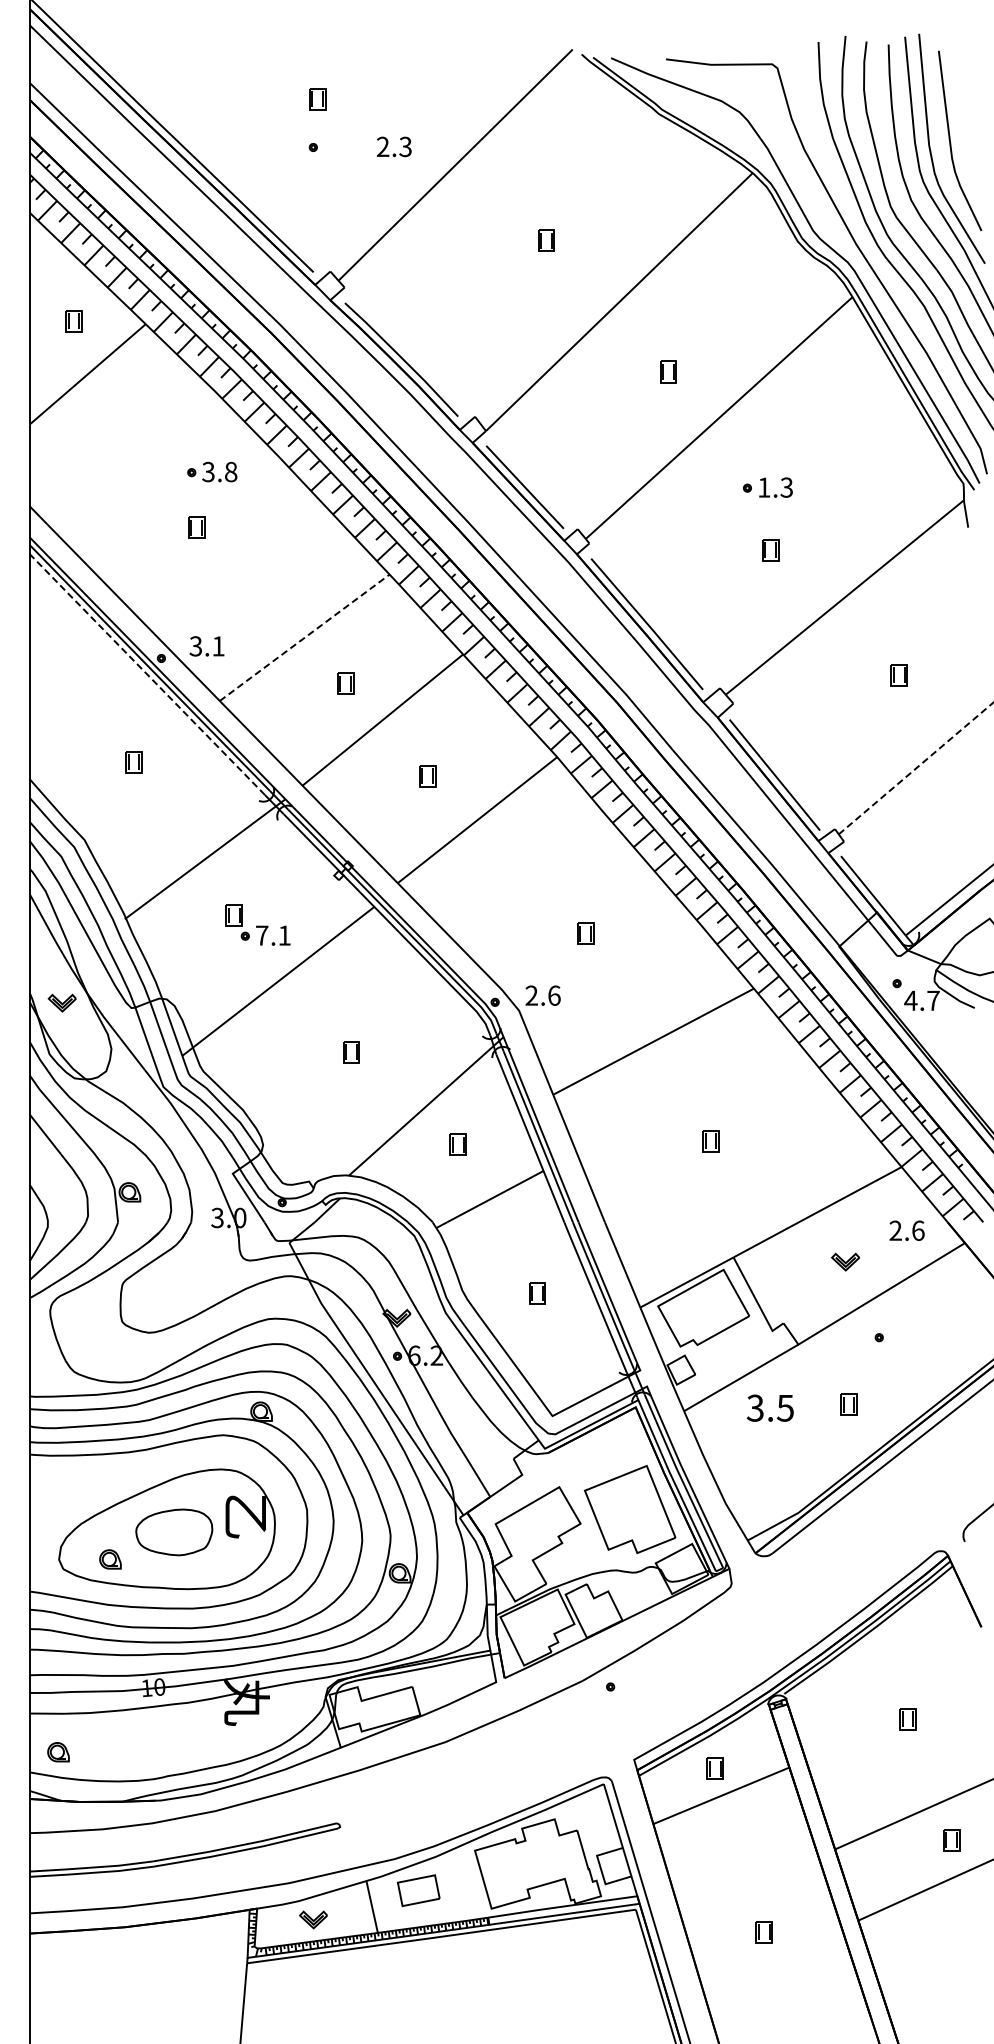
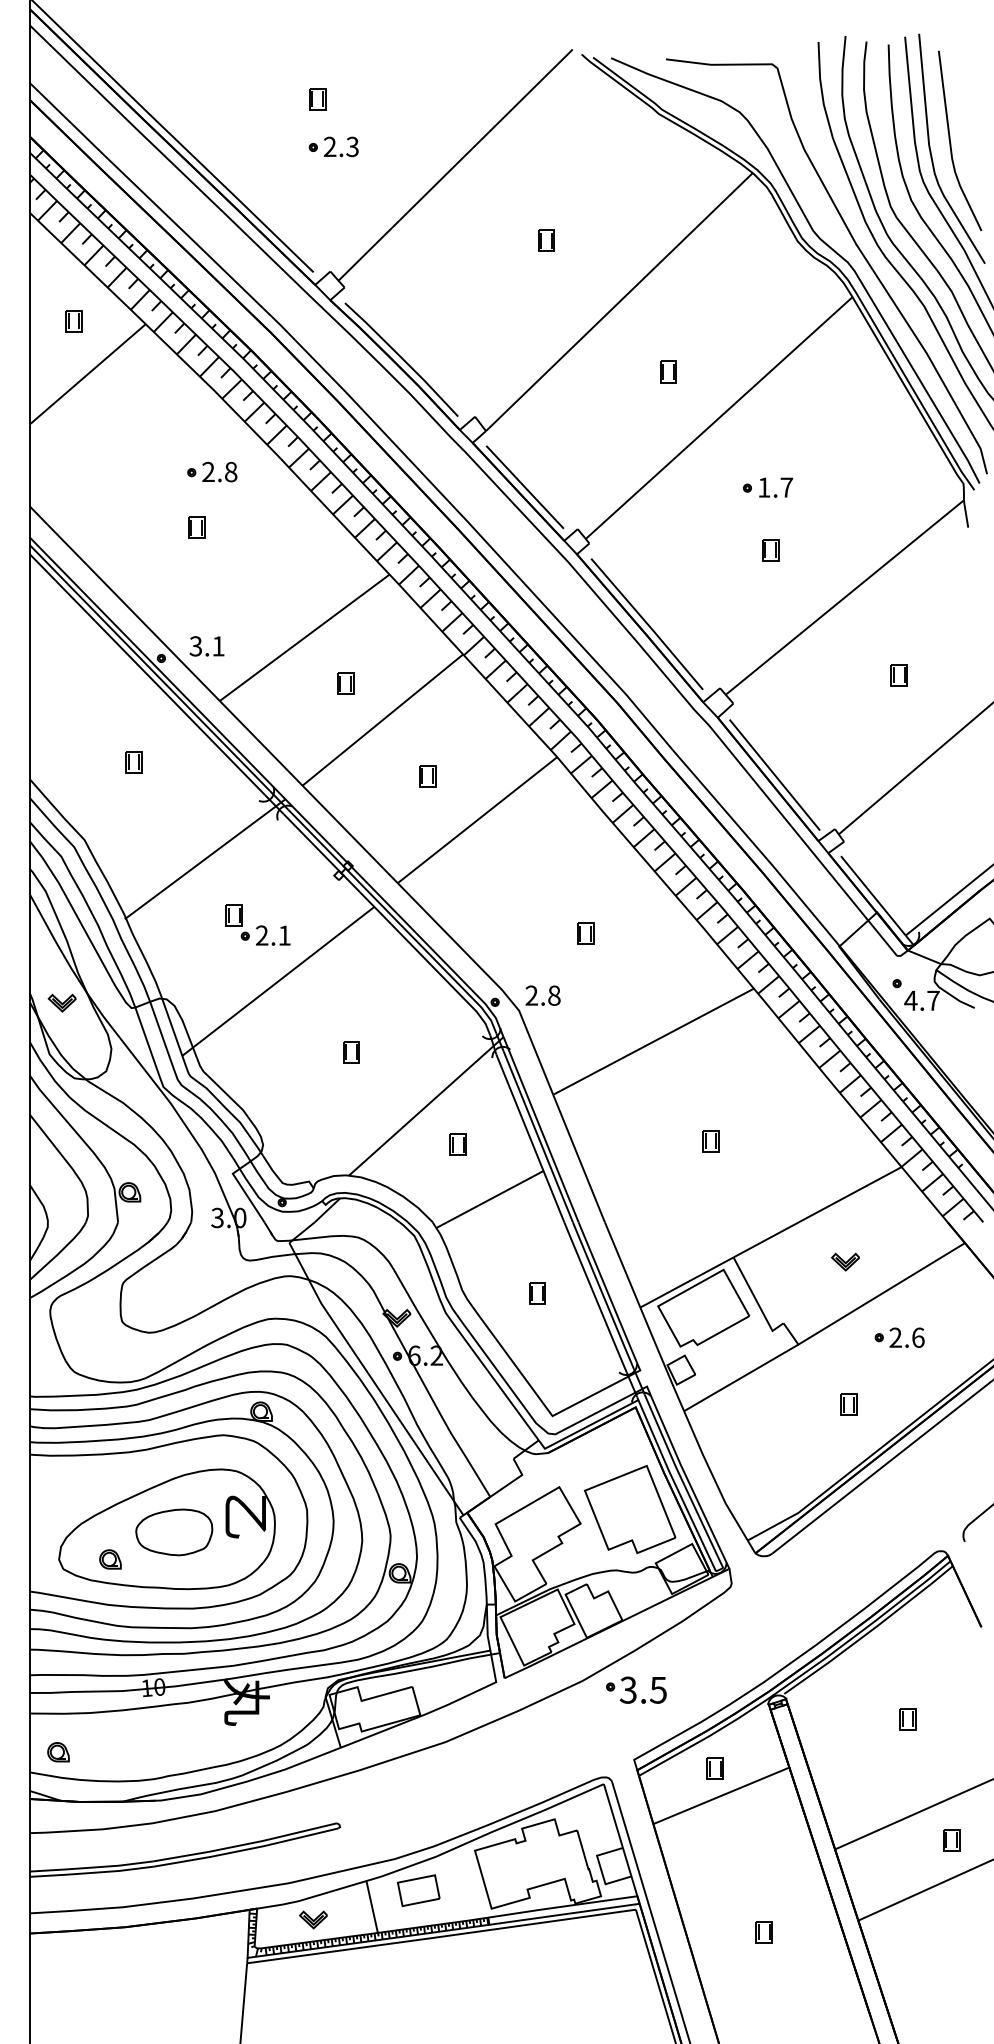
text at (394, 146) position: (394, 146) -> (341, 146)
text at (208, 472): 3.8 -> 2.8
text at (786, 487): 1.3 -> 1.7
line at (304, 637): dashed -> solid
line at (147, 674): dashed -> solid
line at (916, 768): dashed -> solid
text at (262, 935): 7.1 -> 2.1
text at (554, 995): 2.6 -> 2.8
text at (906, 1230) position: (906, 1230) -> (906, 1337)
text at (769, 1407) position: (769, 1407) -> (642, 1689)
